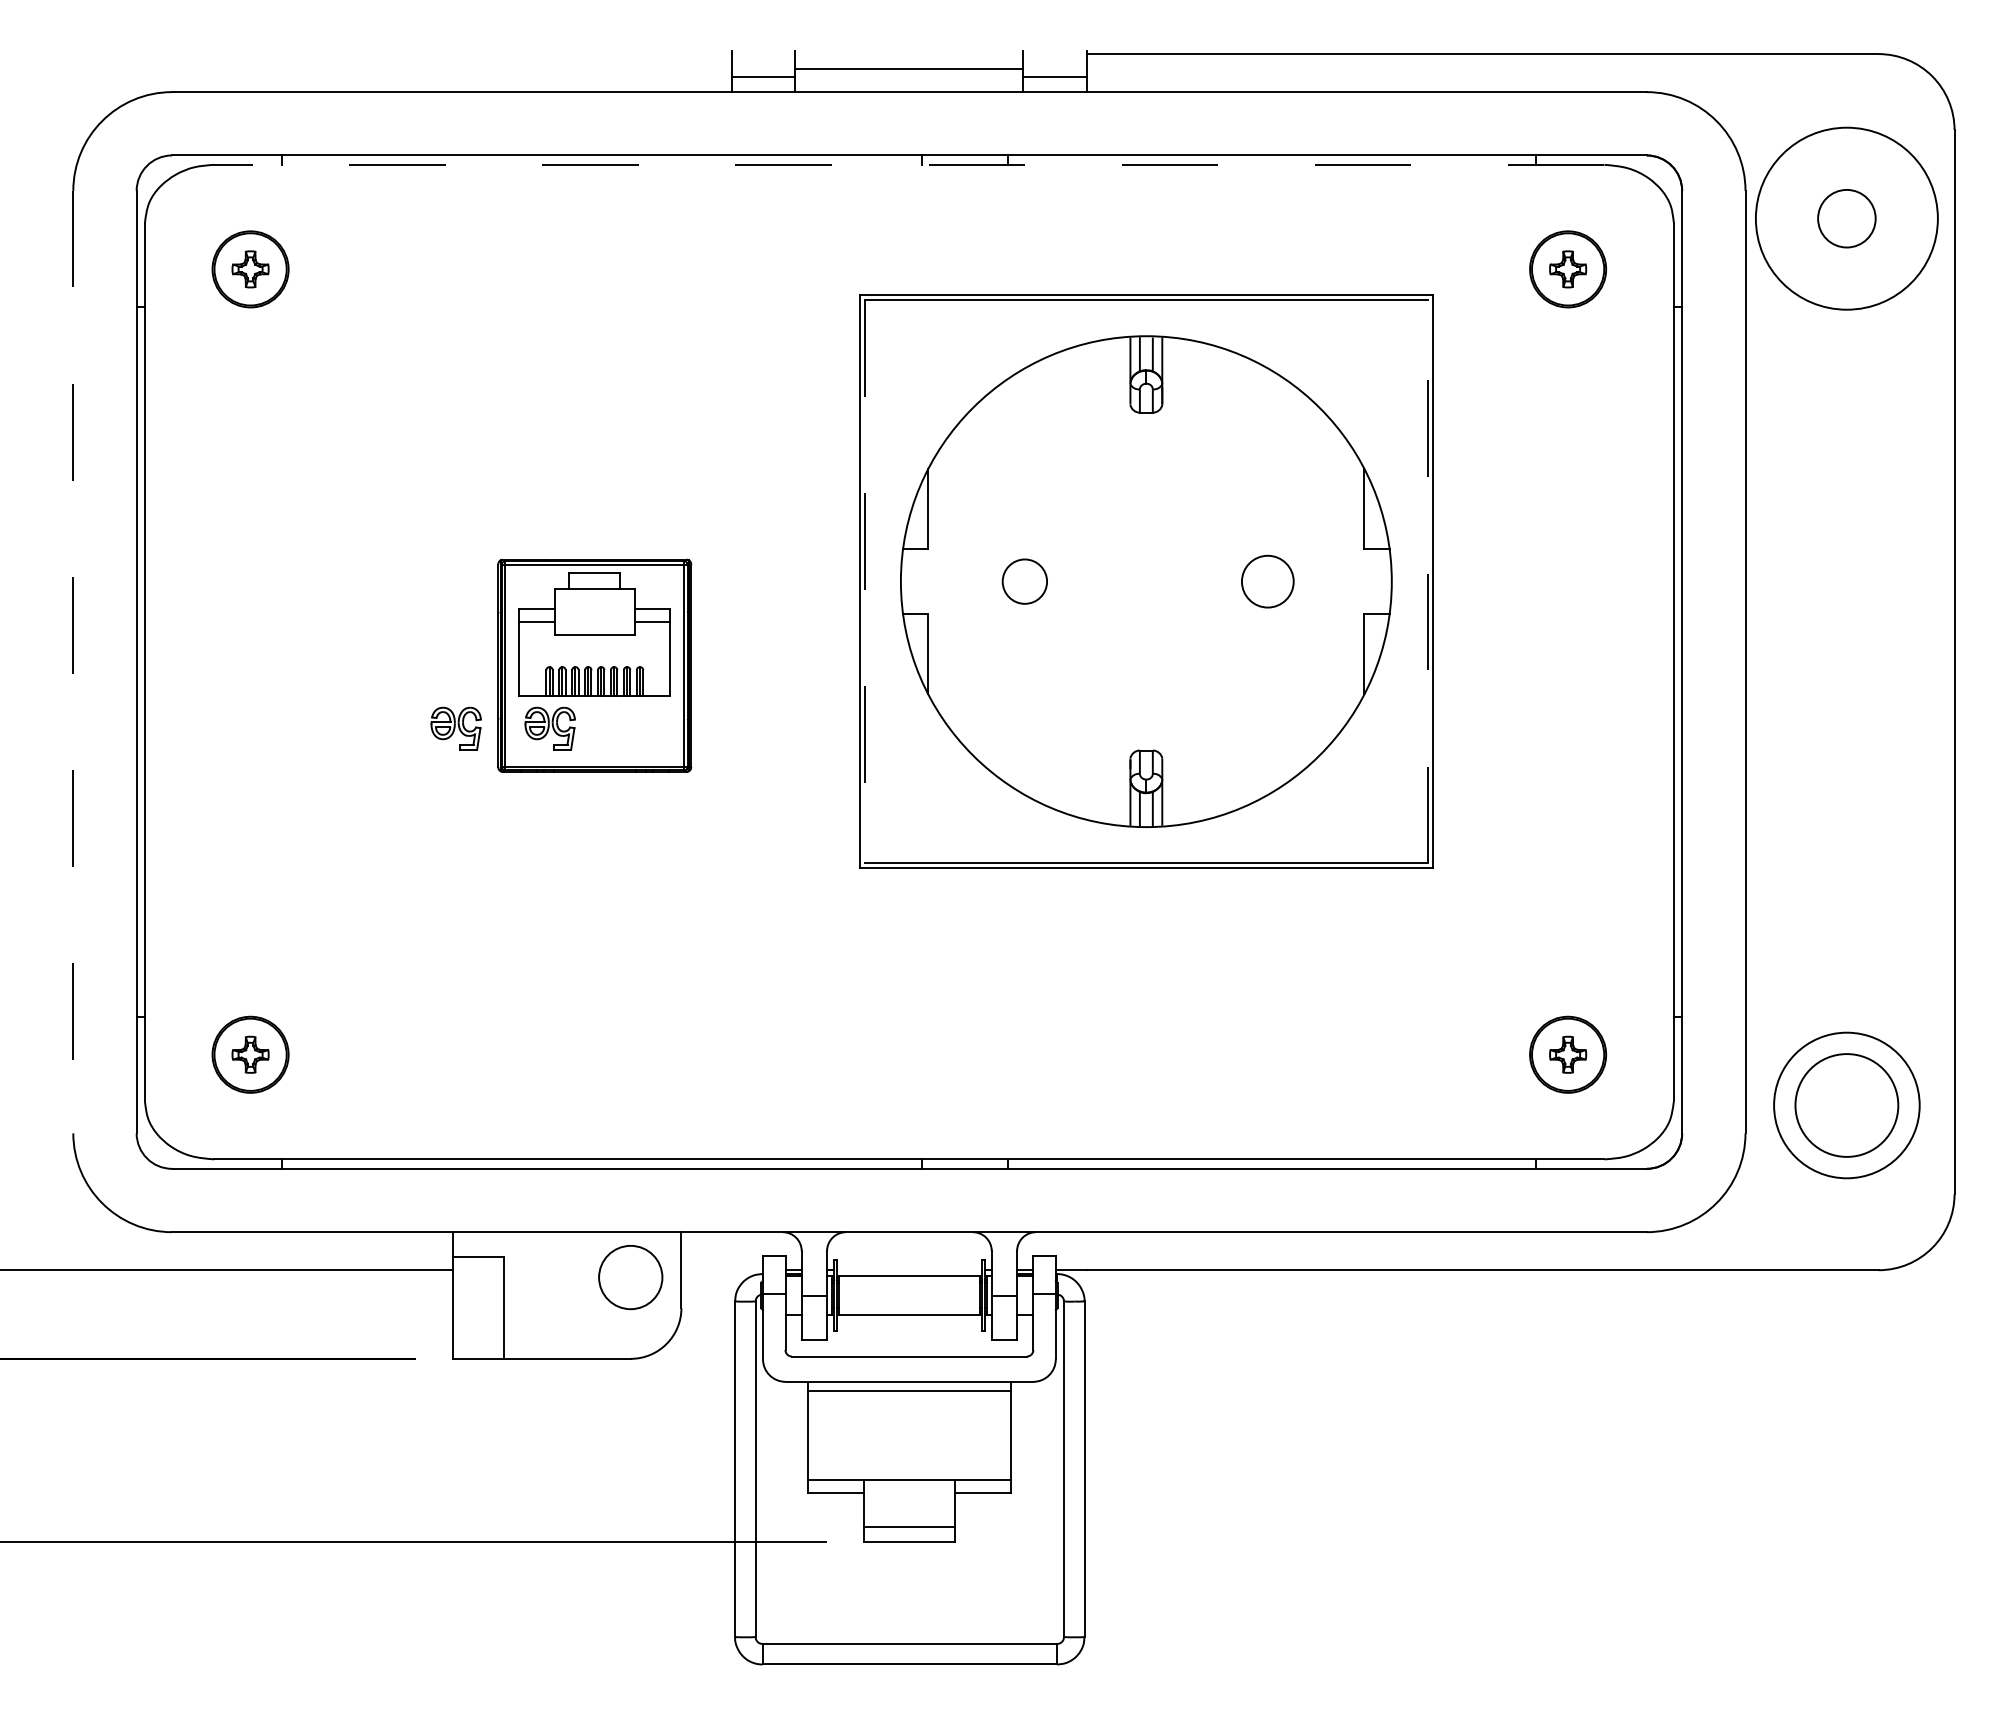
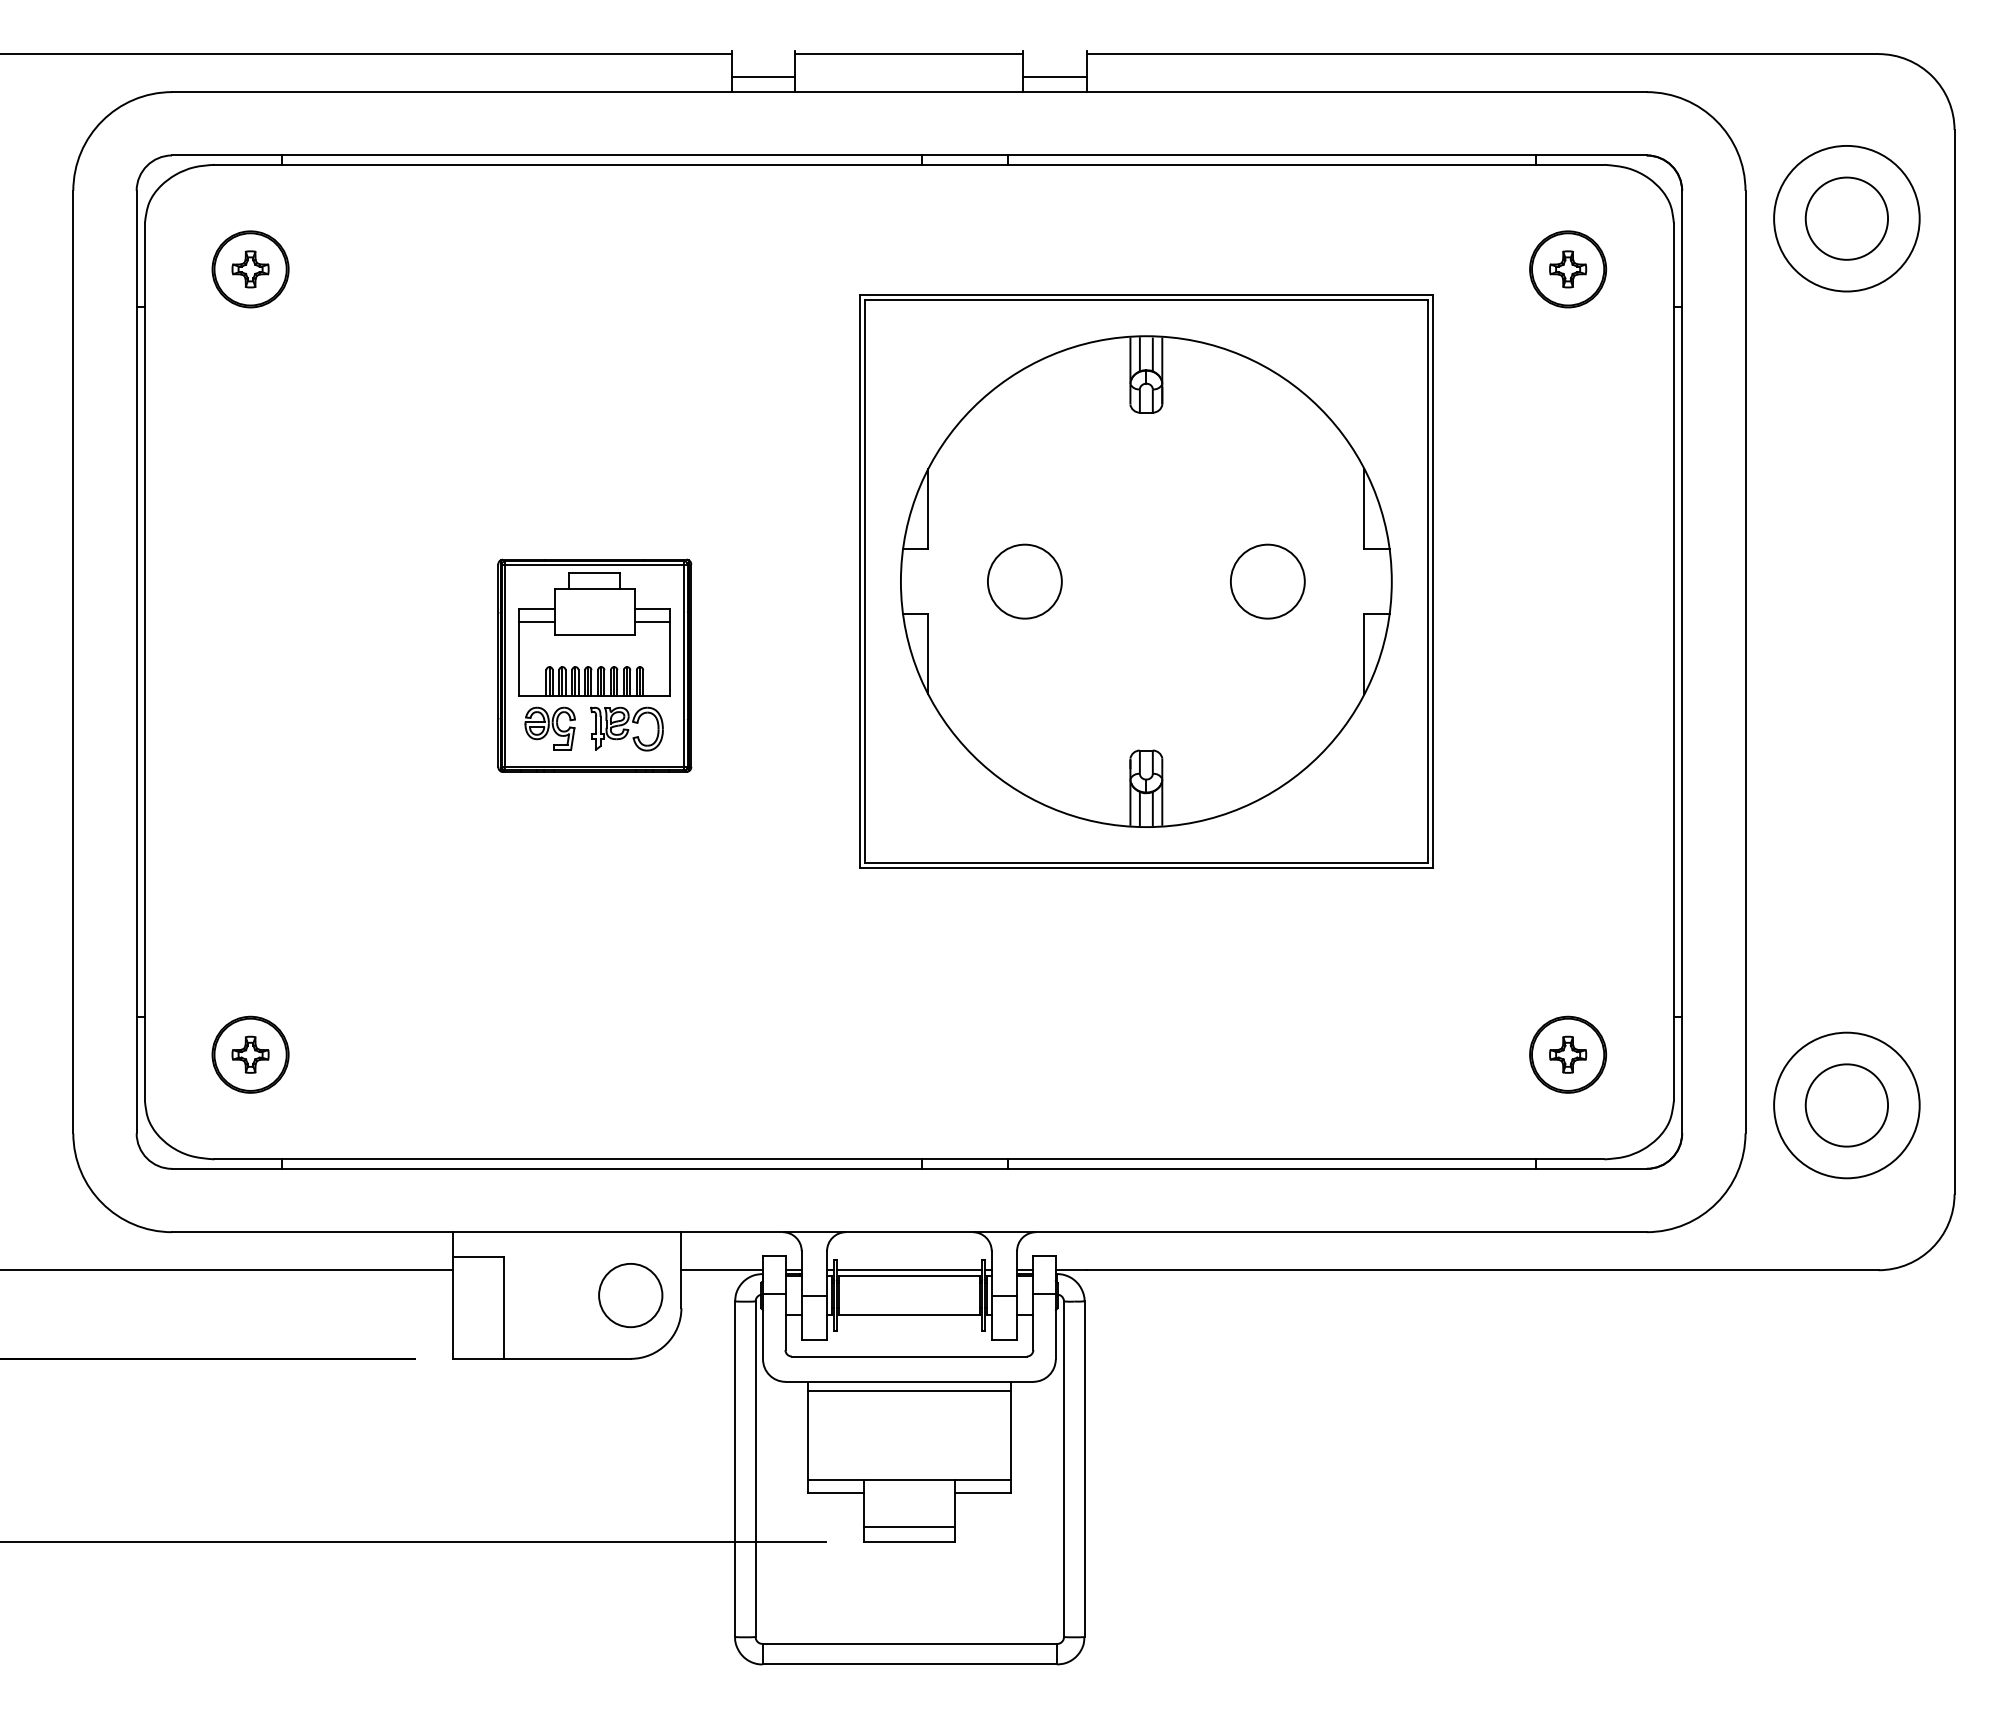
line at (366, 54): none -> present
line at (909, 69) position: (909, 69) -> (909, 54)
line at (908, 164): dashed -> solid
circle at (1846, 218) diameter: 182 px -> 146 px
circle at (1846, 218) diameter: 58 px -> 82 px
line at (864, 581): dashed -> solid
circle at (1024, 581) diameter: 44 px -> 74 px
circle at (1267, 581) diameter: 52 px -> 74 px
line at (1428, 581): dashed -> solid
line at (73, 662): dashed -> solid
part at (455, 728): present -> none
part at (626, 728): none -> present
circle at (1846, 1105) diameter: 103 px -> 82 px
line at (721, 1270): none -> present
line at (909, 1270): none -> present
circle at (630, 1277) position: (630, 1277) -> (630, 1295)
